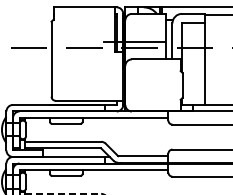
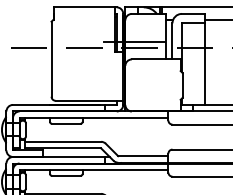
line at (217, 15) position: (217, 15) -> (217, 20)
line at (63, 193): dashed -> solid
